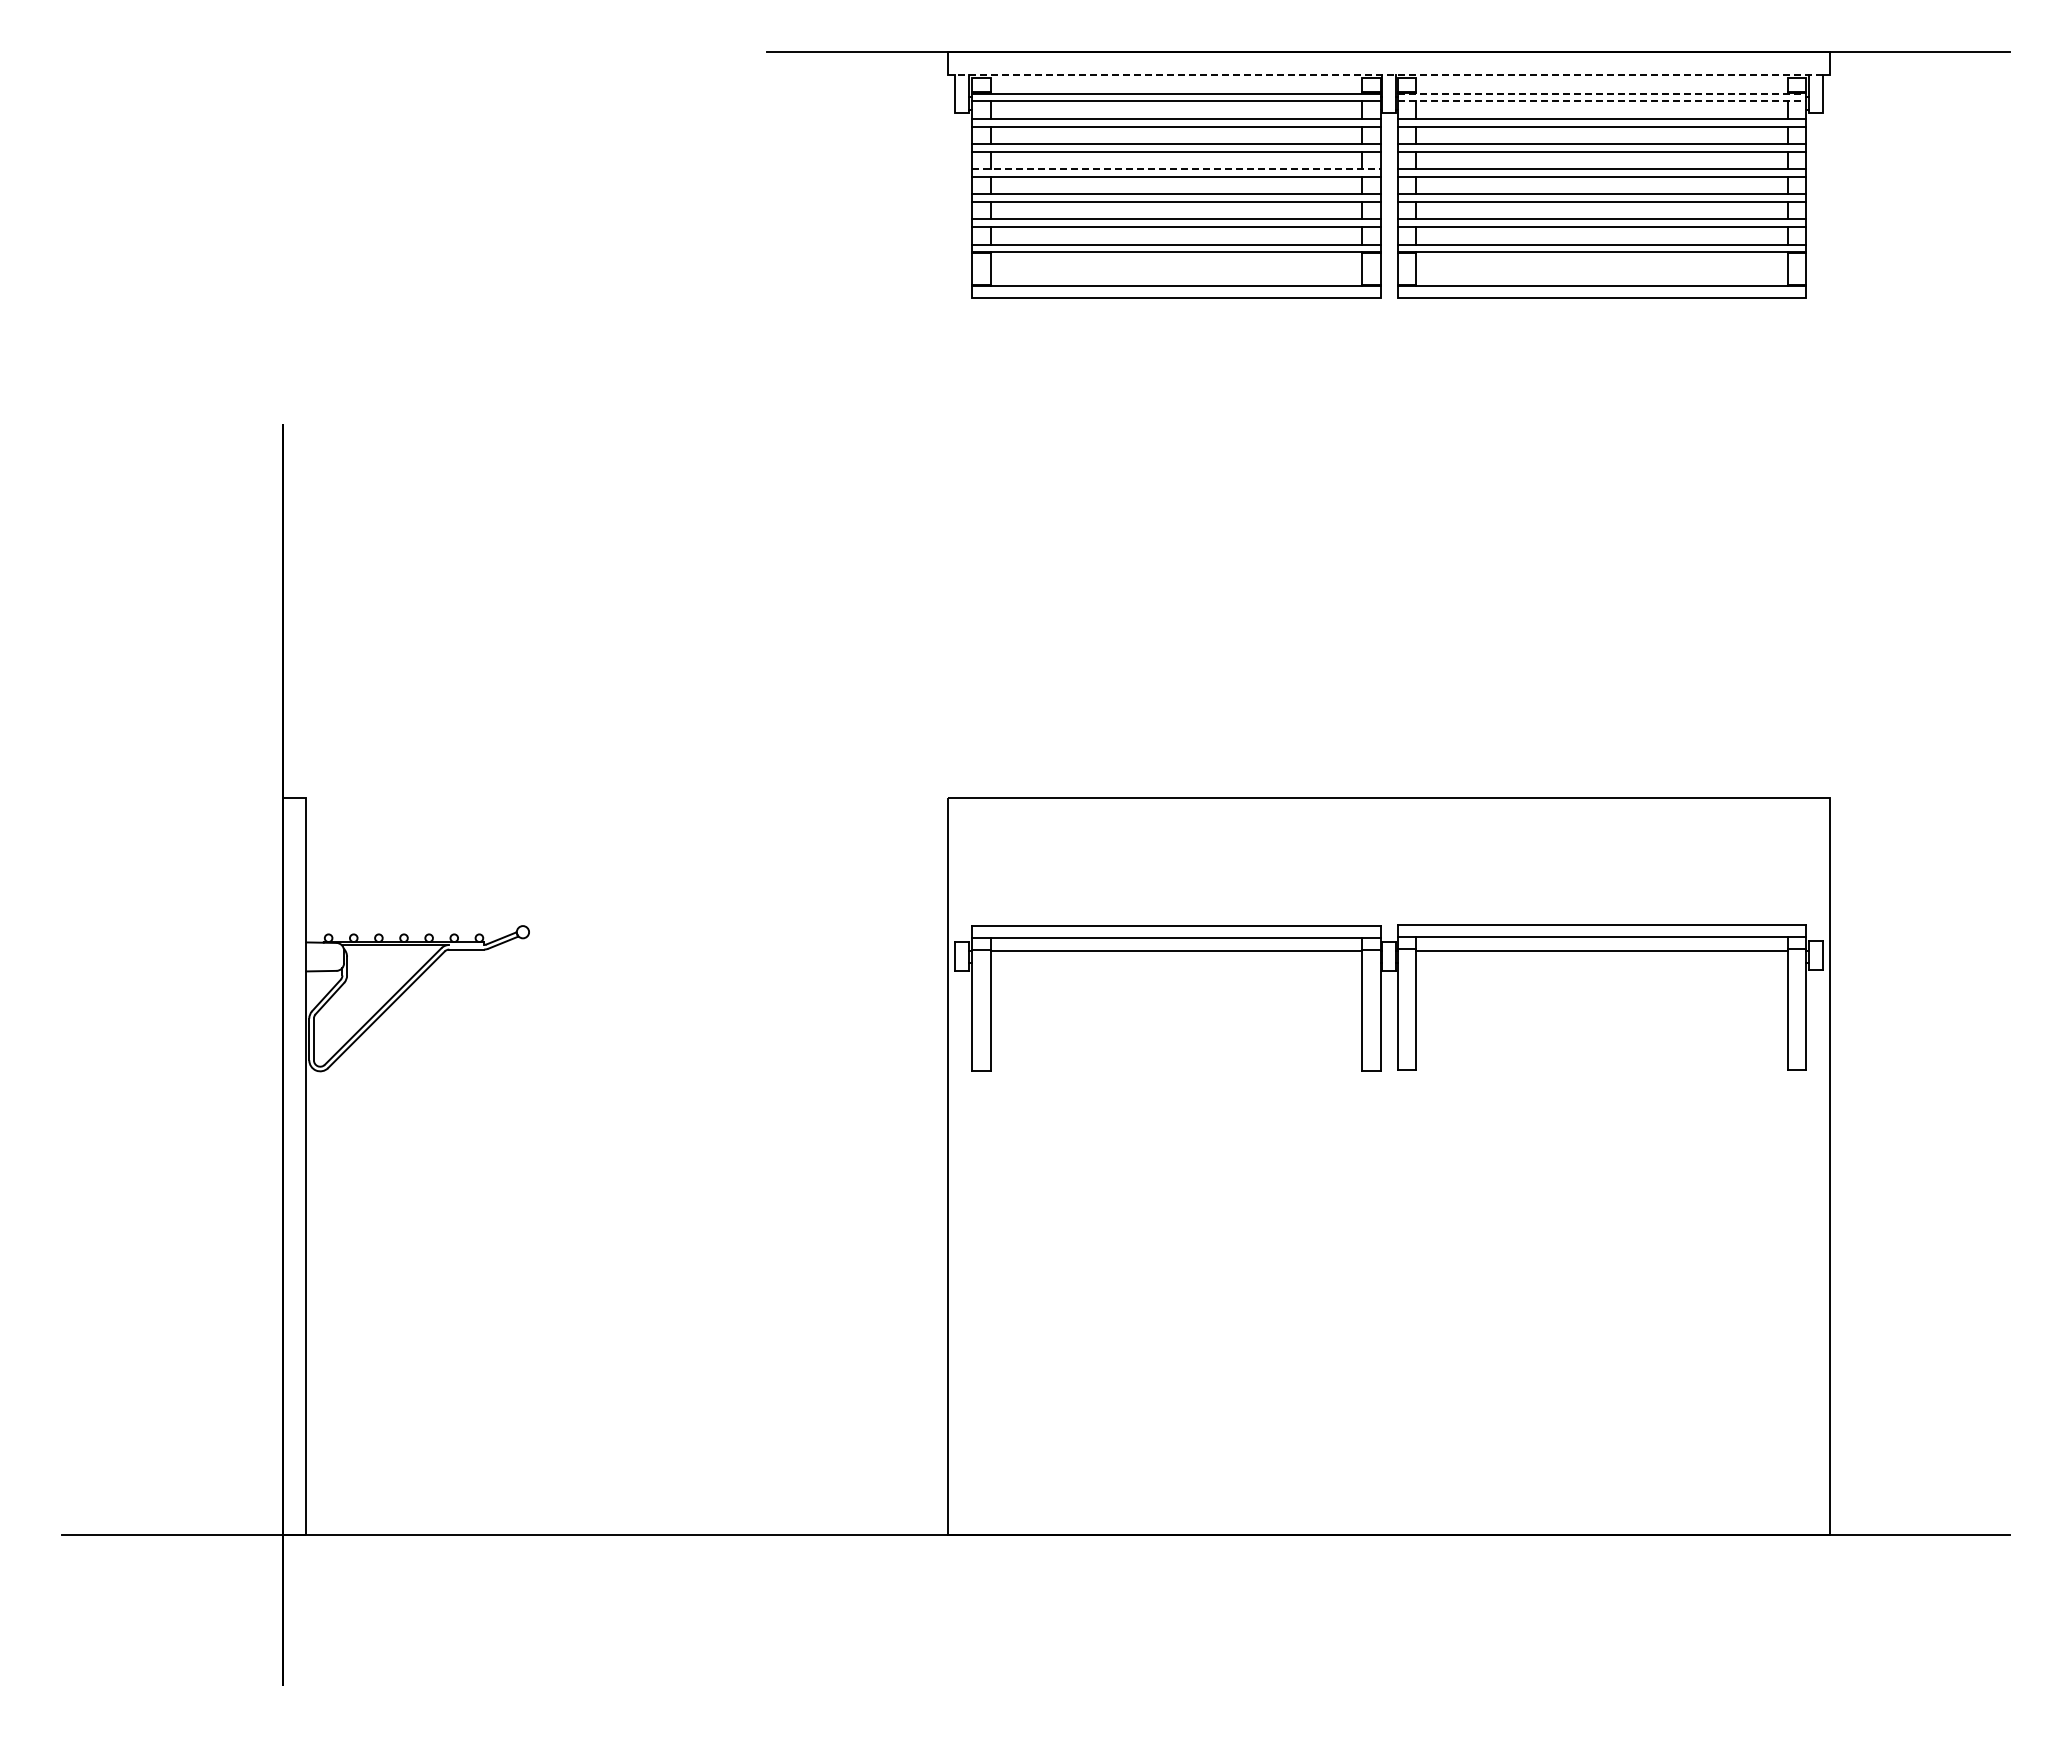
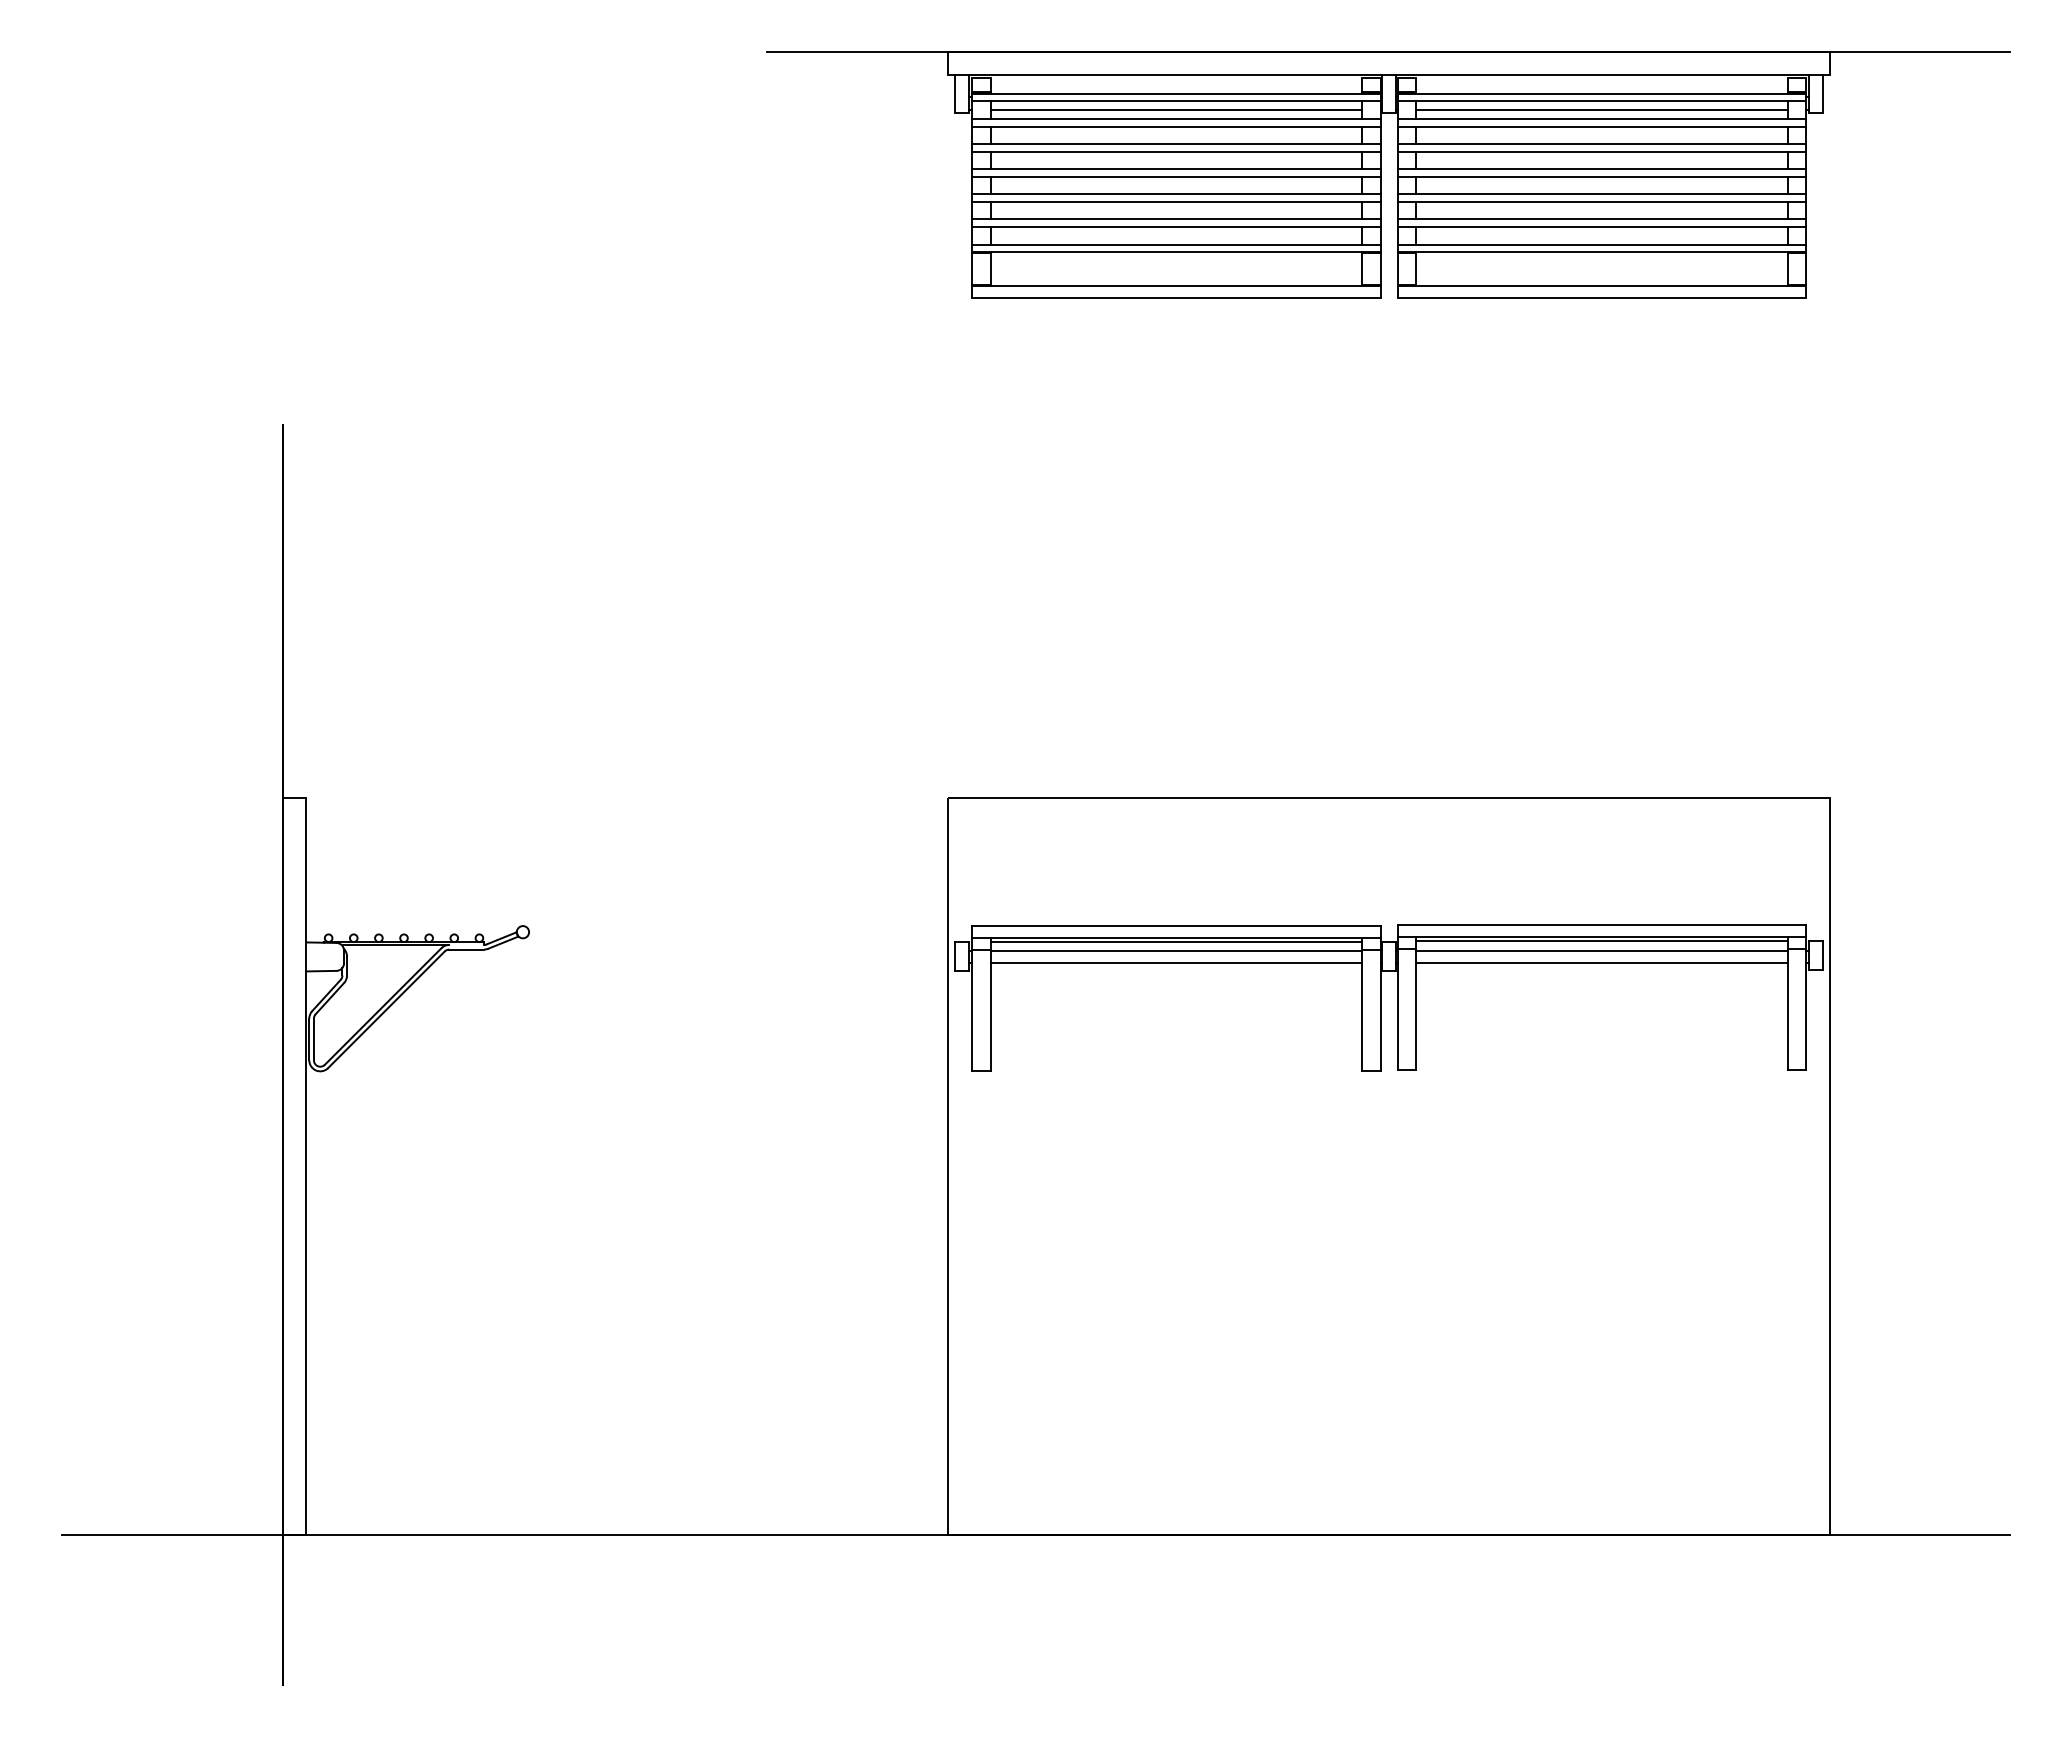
line at (1389, 75): dashed -> solid
line at (1602, 93): dashed -> solid
line at (1602, 101): dashed -> solid
line at (1176, 109): none -> present
line at (1601, 109): none -> present
line at (1177, 169): dashed -> solid
line at (1601, 941): none -> present
line at (1176, 942): none -> present
line at (1176, 963): none -> present
line at (1601, 963): none -> present
